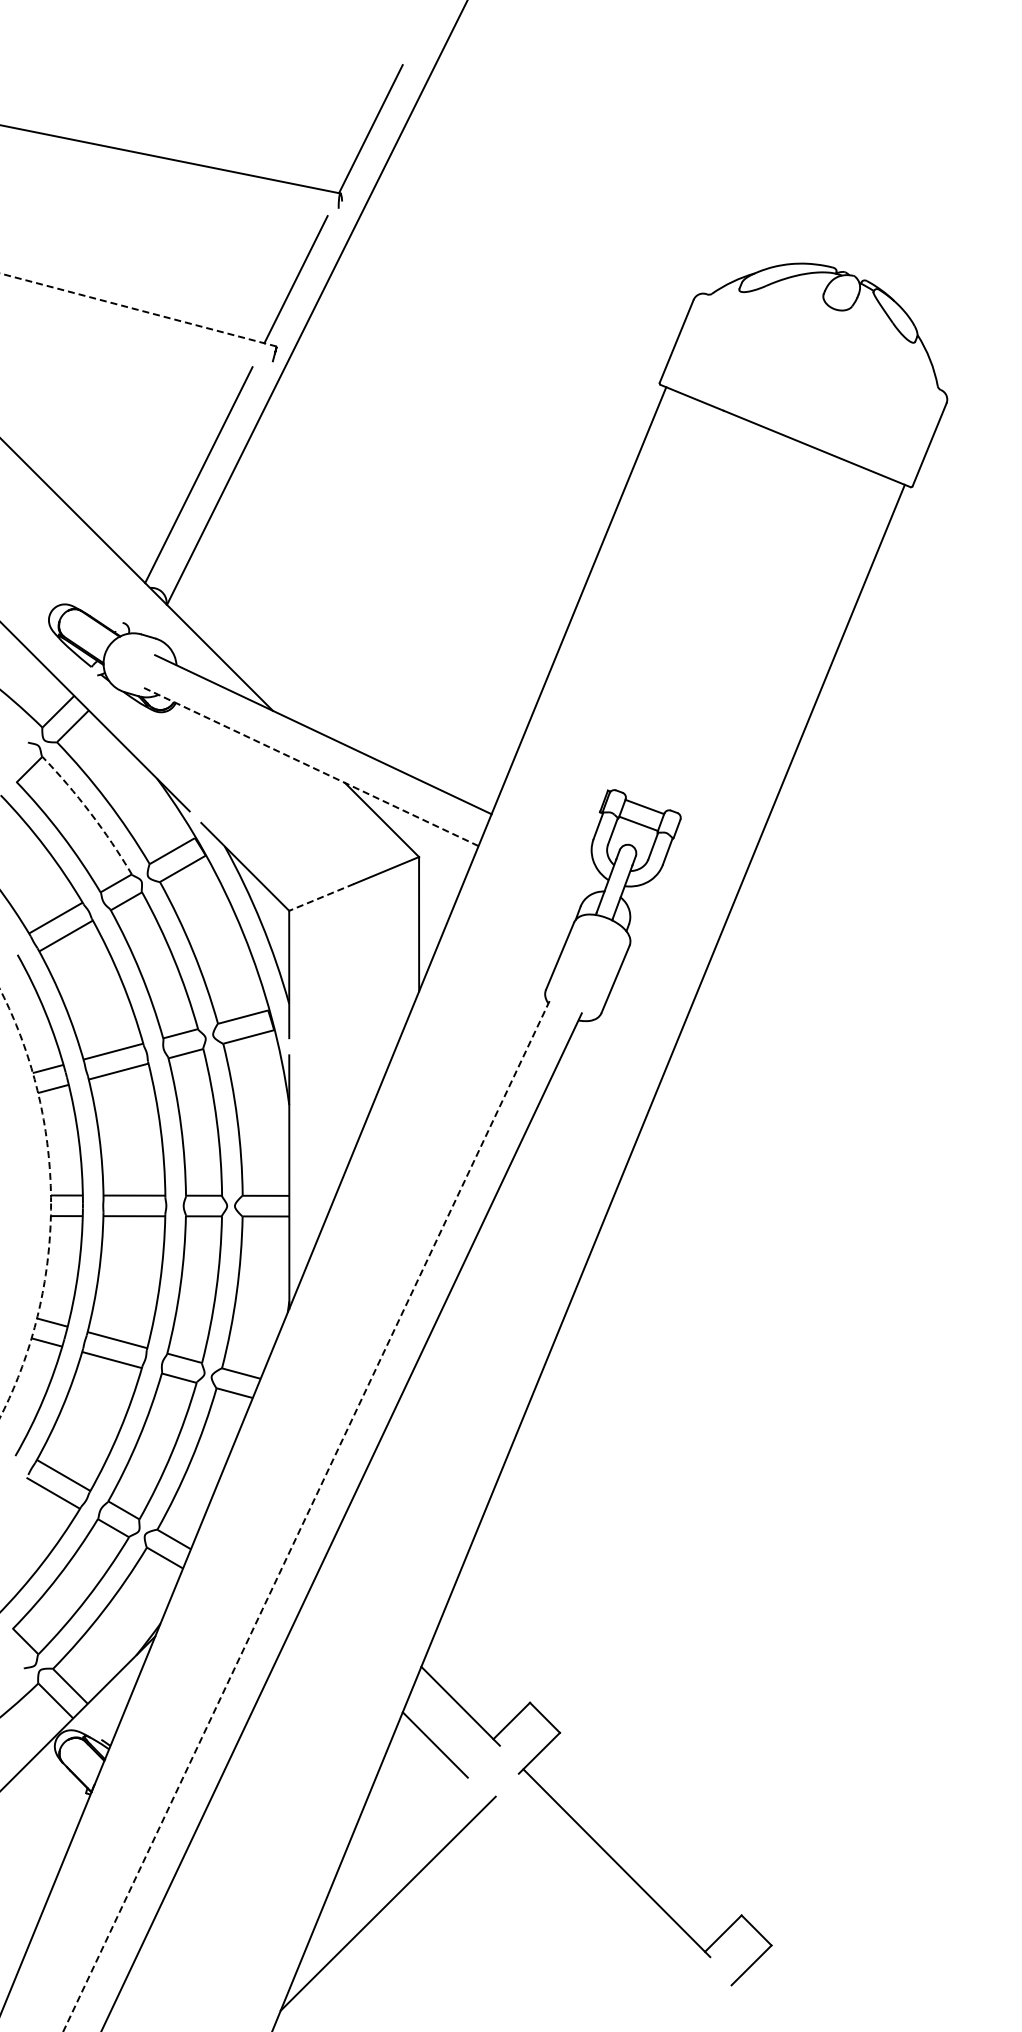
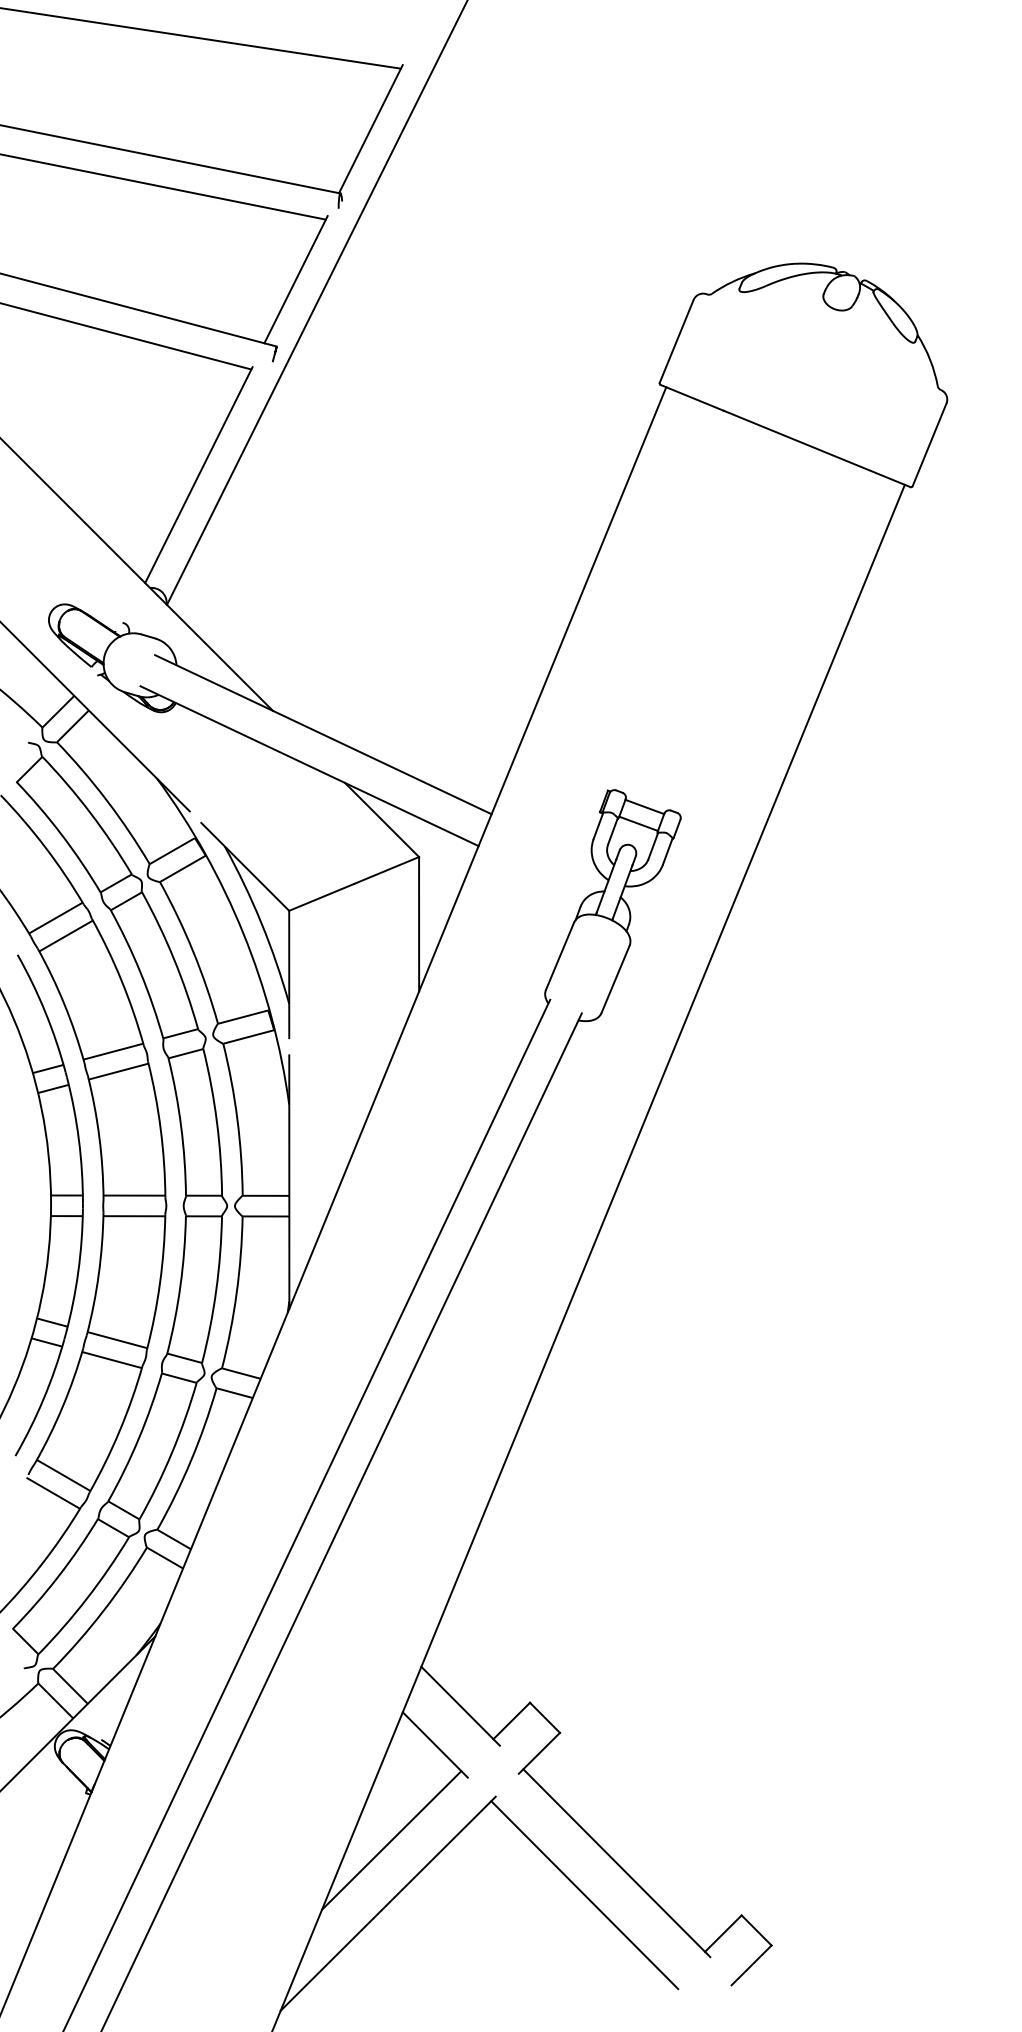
line at (201, 38): none -> present
line at (163, 186): none -> present
line at (138, 310): dashed -> solid
line at (126, 336): none -> present
line at (309, 766): dashed -> solid
arc at (90, 813): dashed -> solid
line at (321, 897): dashed -> solid
circle at (25, 1203): dashed -> solid
line at (307, 1515): dashed -> solid
line at (391, 1840): none -> present
line at (584, 1895): none -> present
